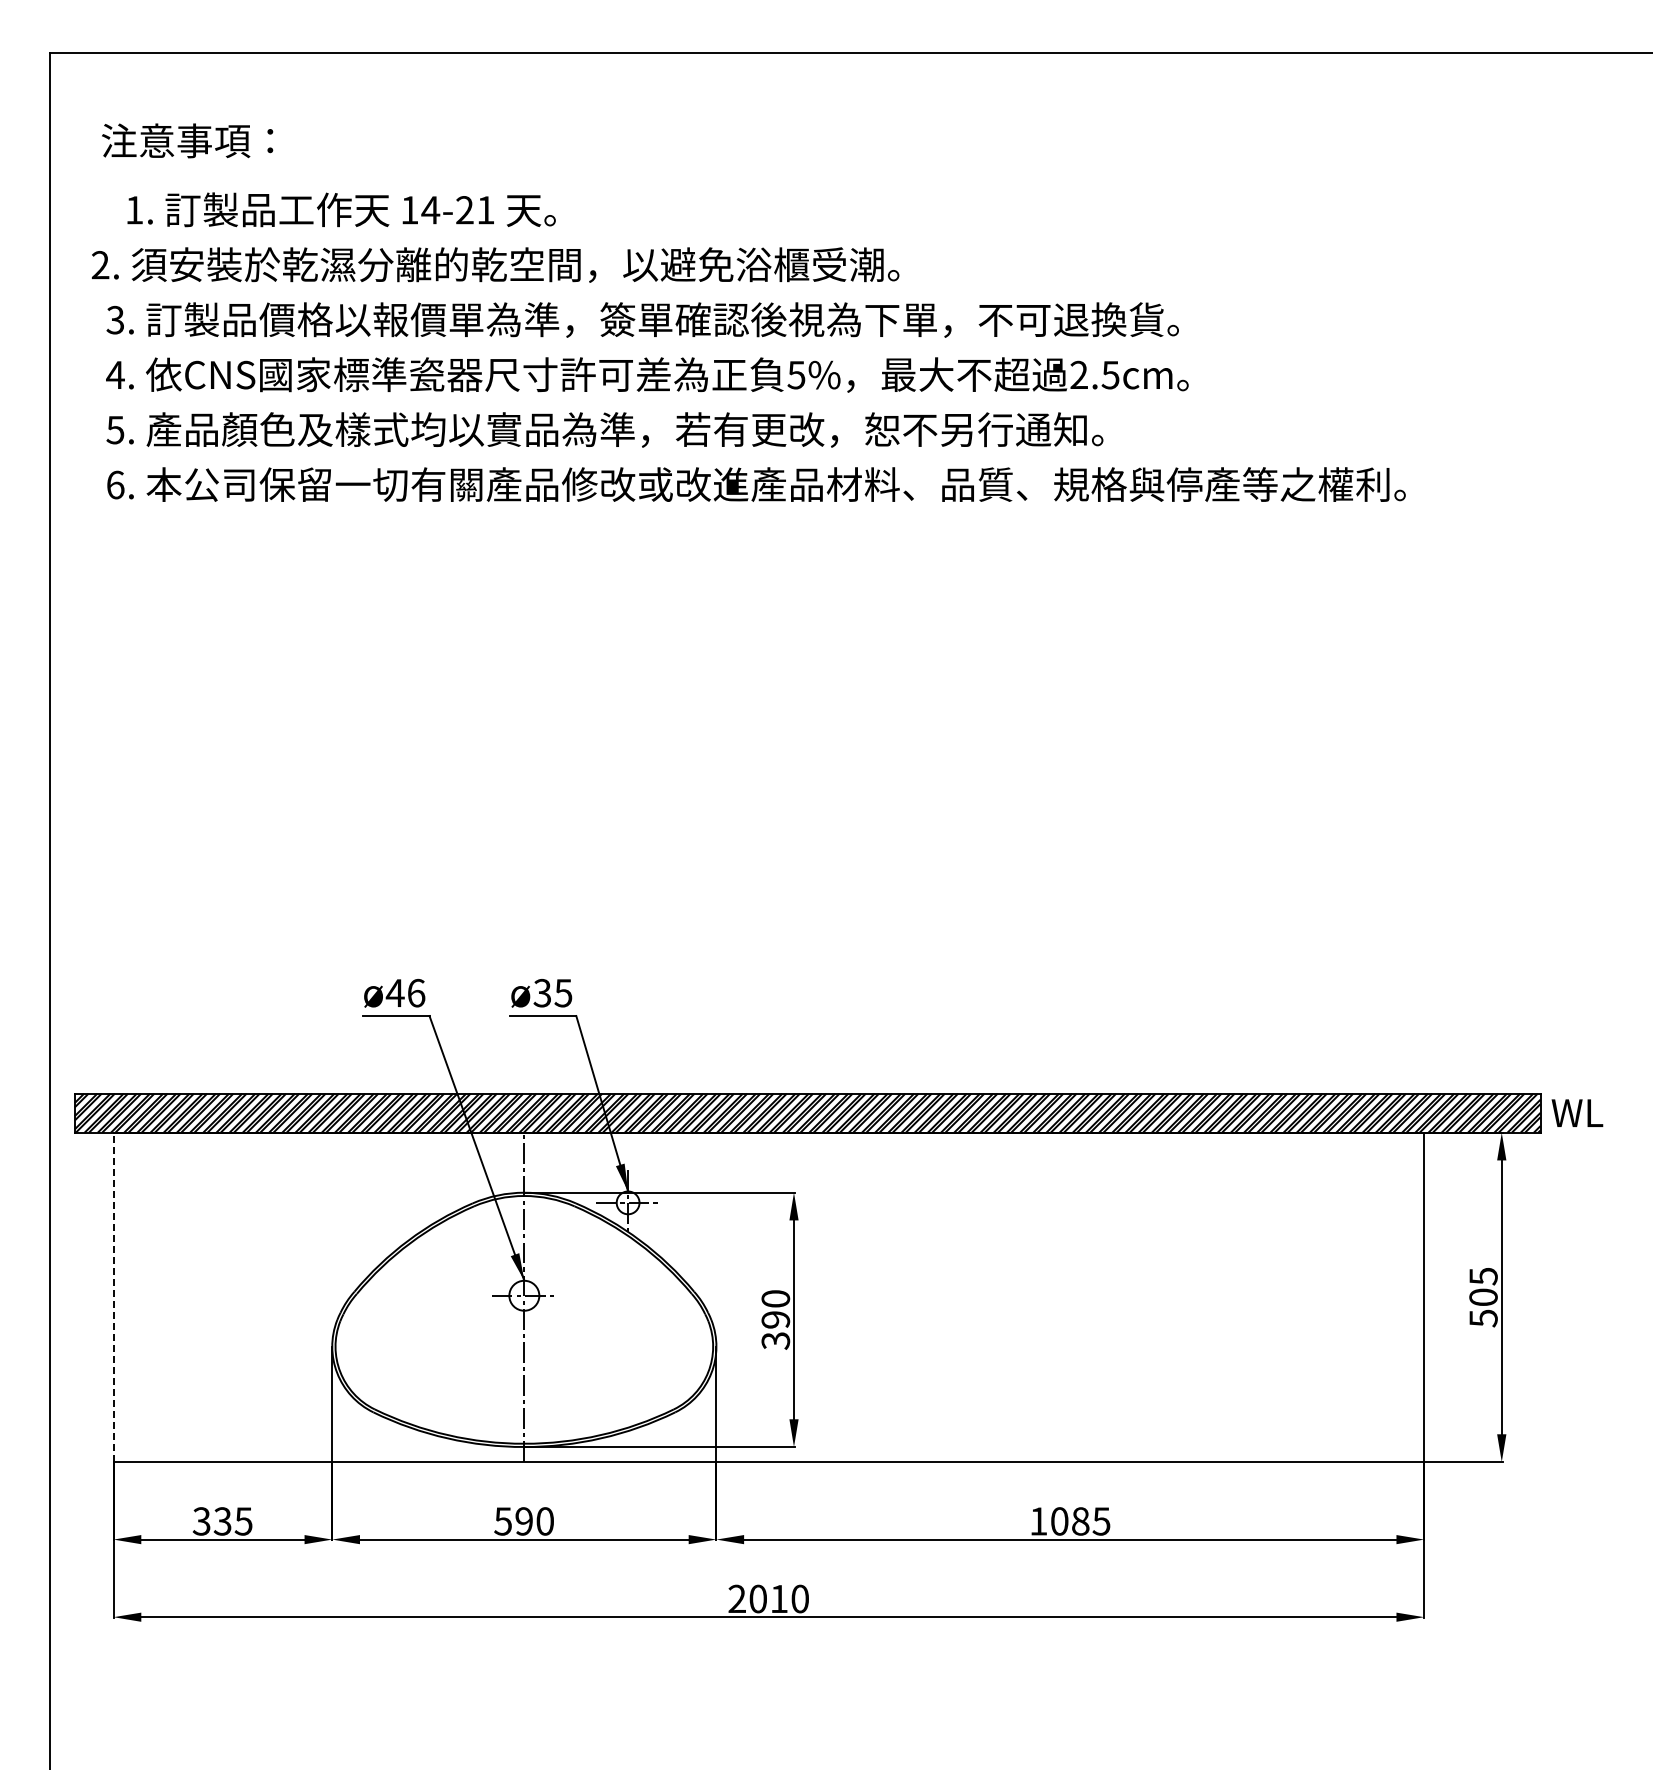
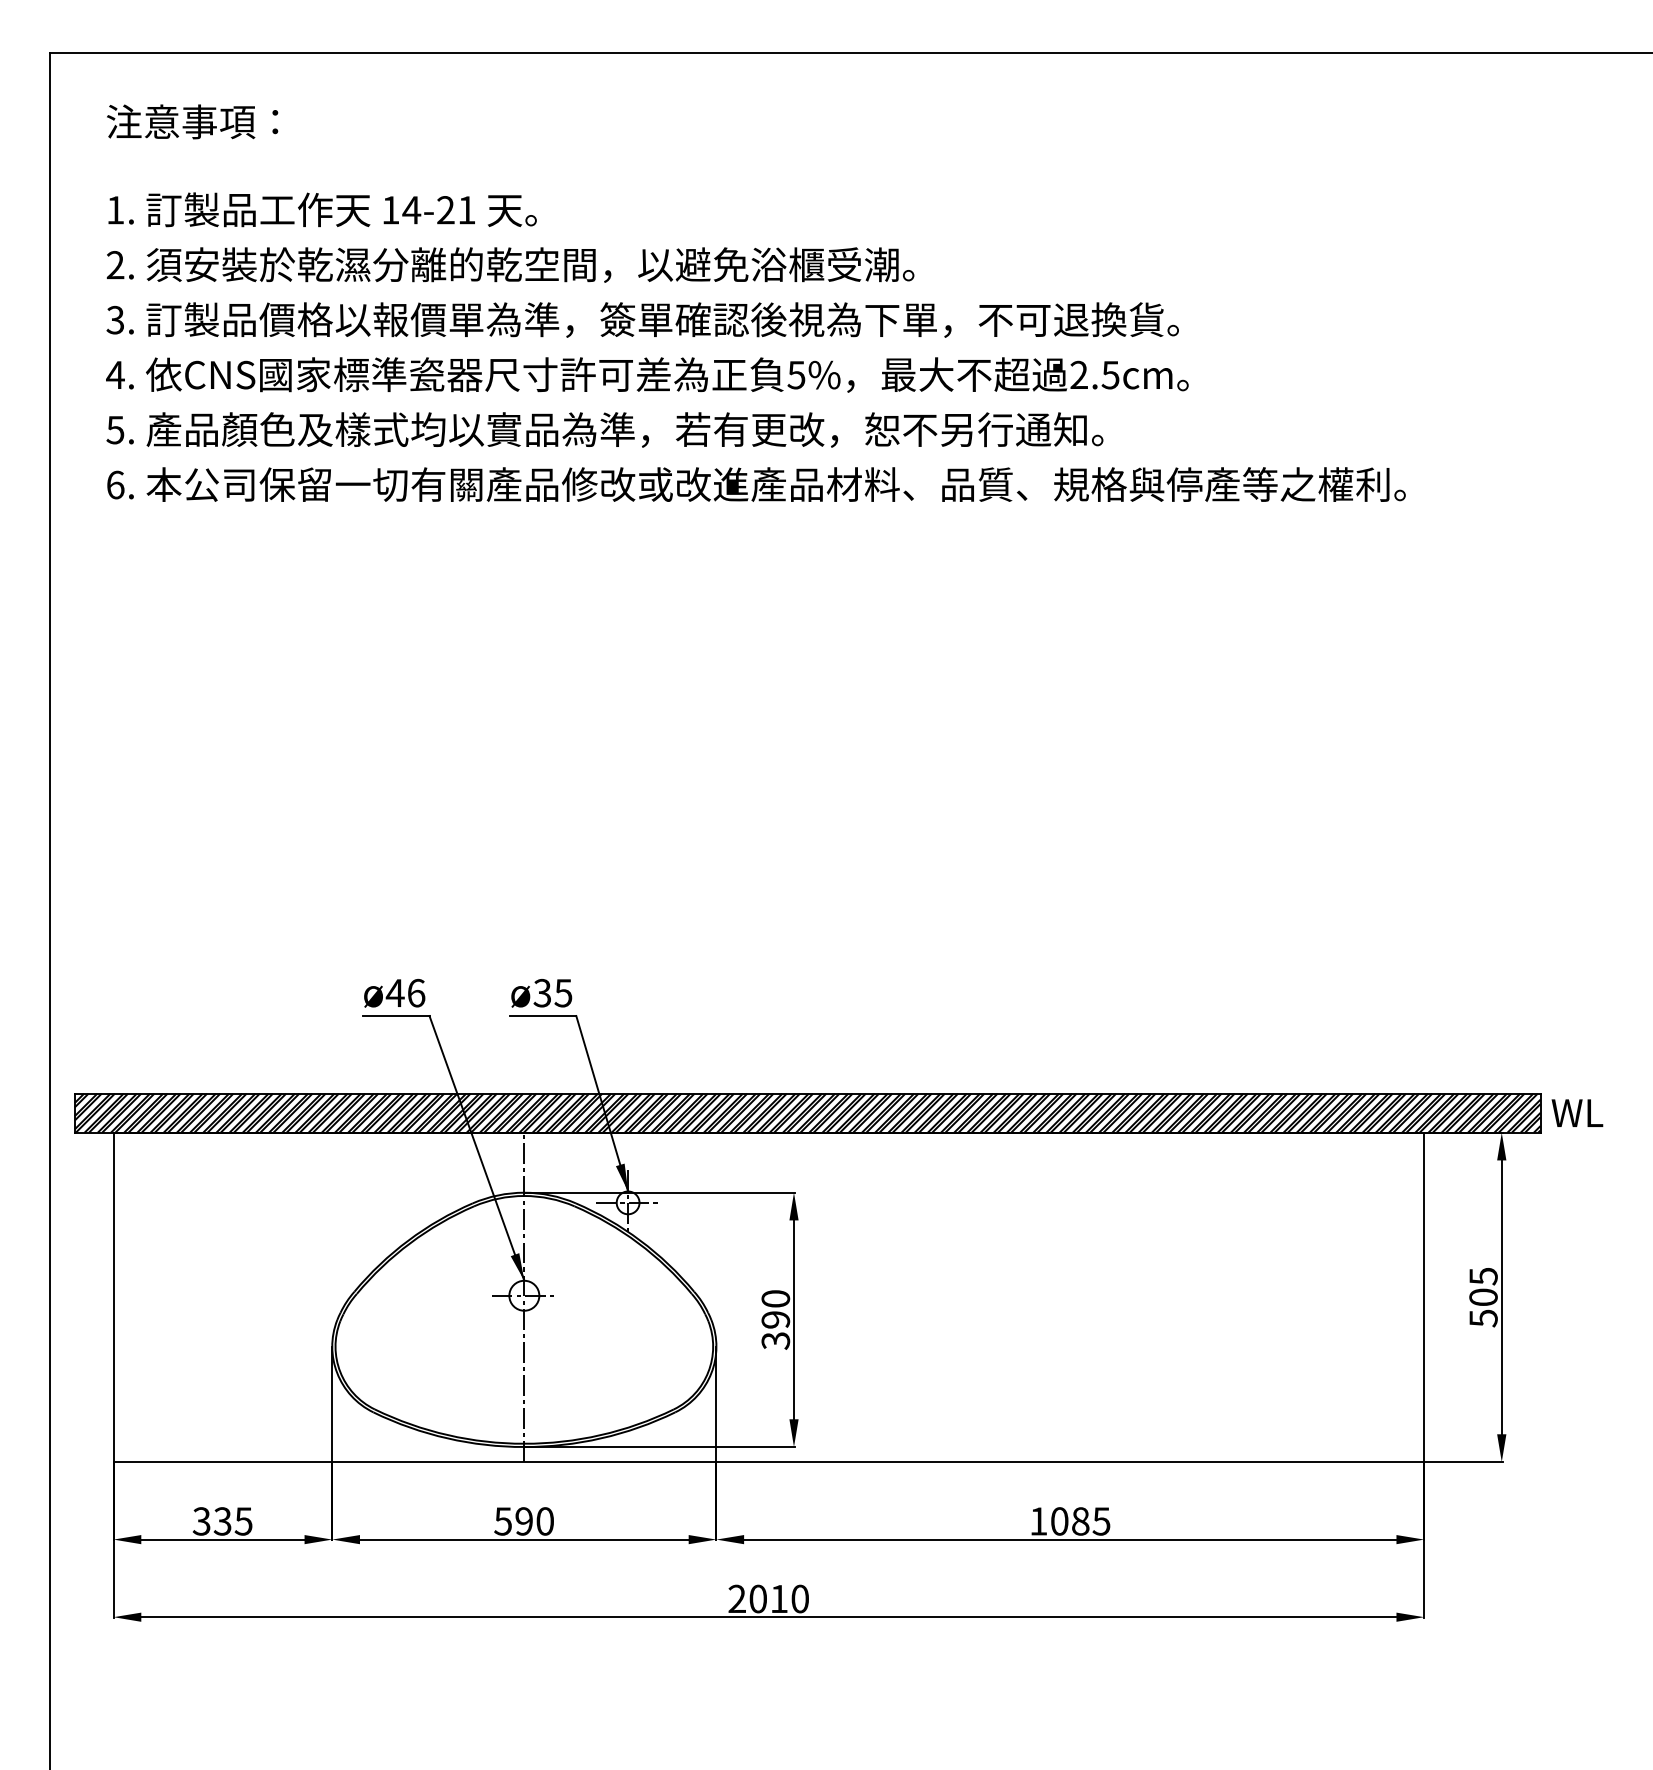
text at (187, 140) position: (187, 140) -> (192, 121)
text at (341, 209) position: (341, 209) -> (322, 209)
text at (495, 264) position: (495, 264) -> (510, 264)
line at (113, 1297): dashed -> solid
